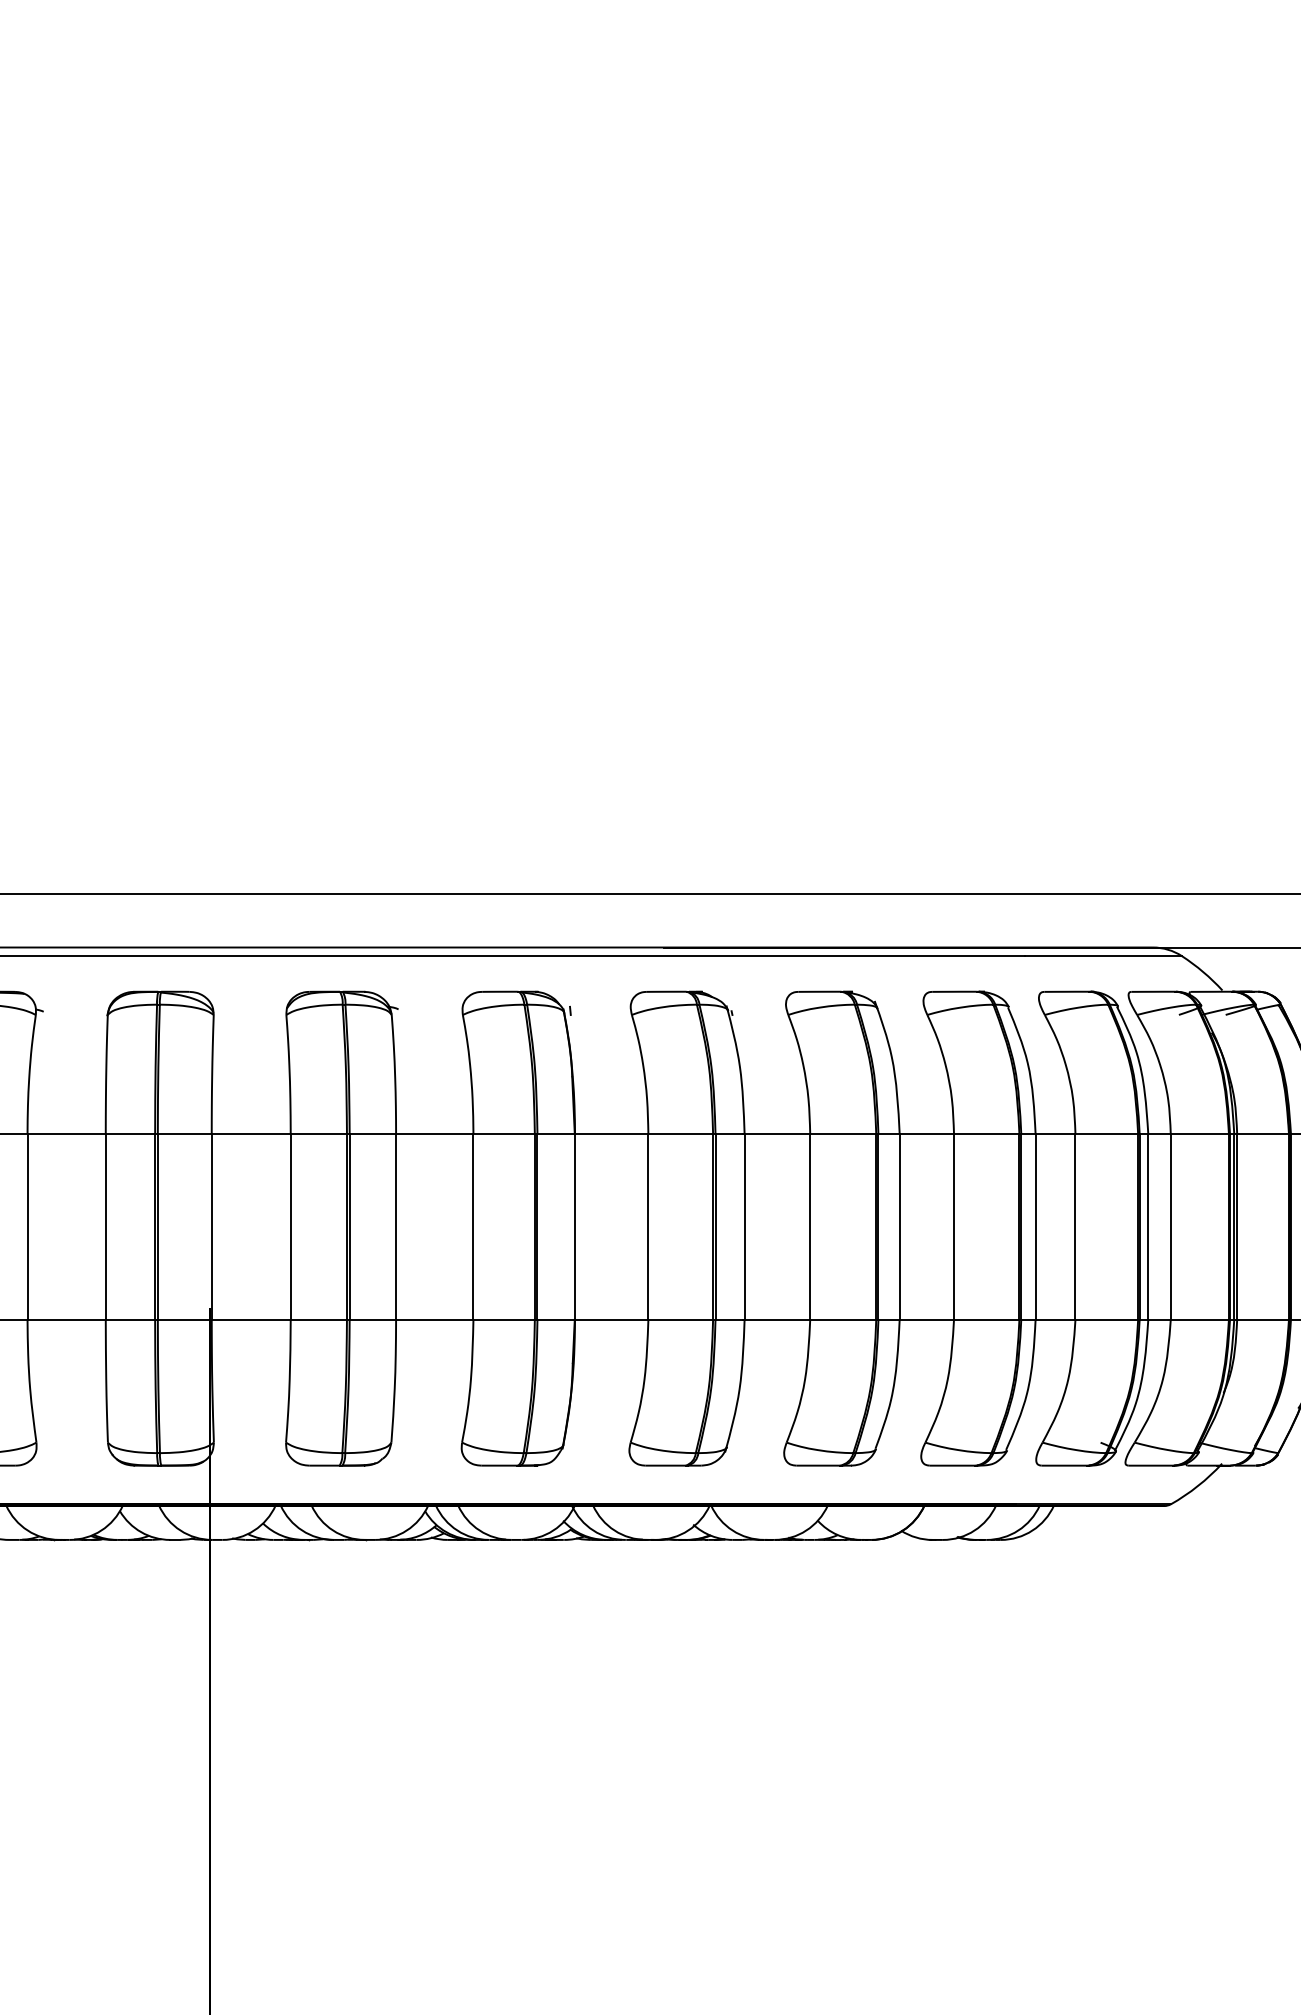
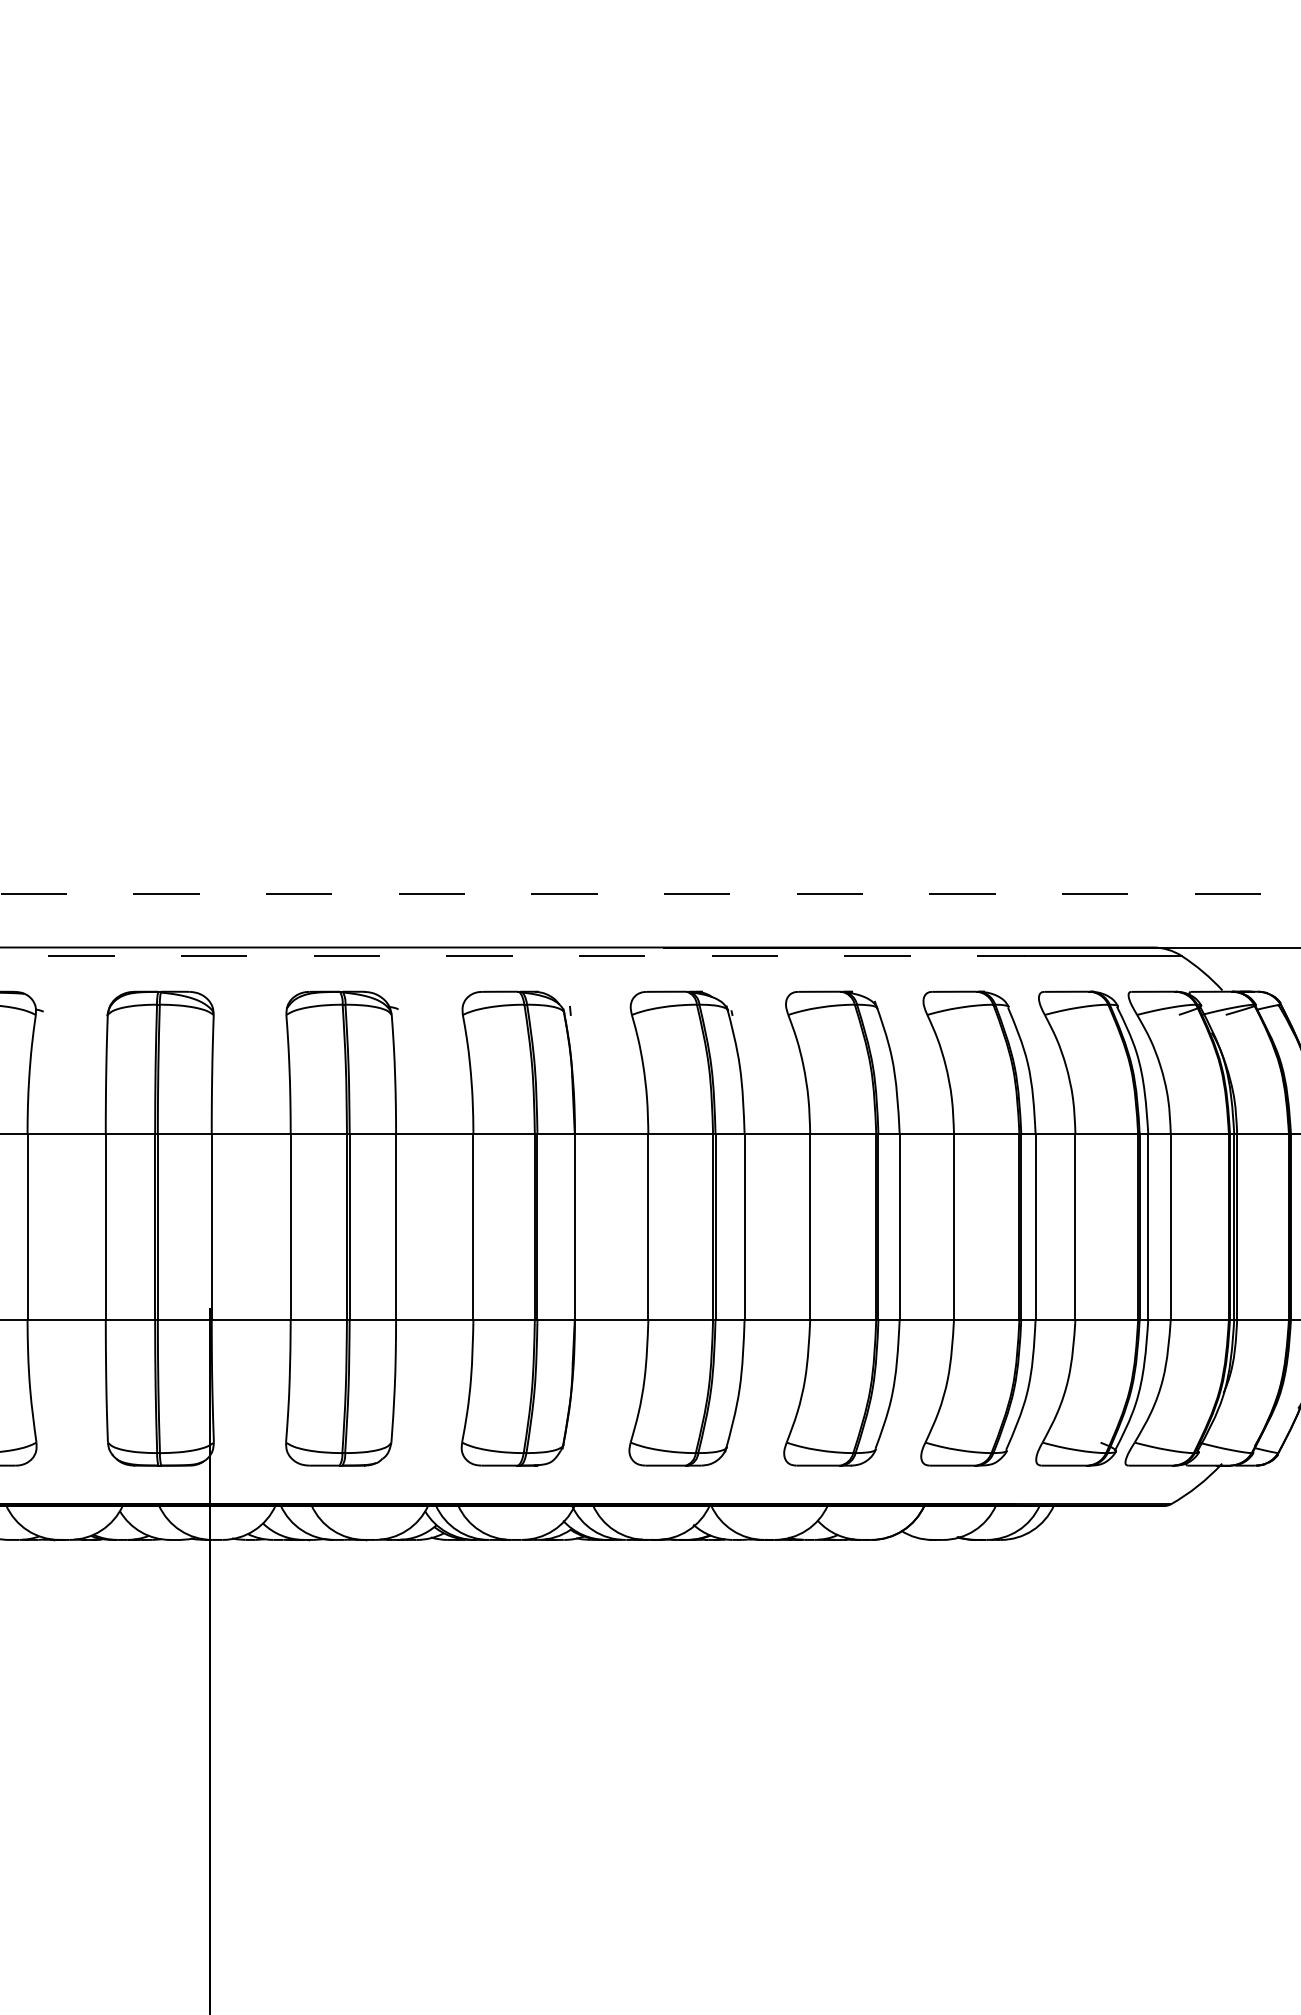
line at (650, 894): solid -> dashed
line at (512, 956): solid -> dashed
